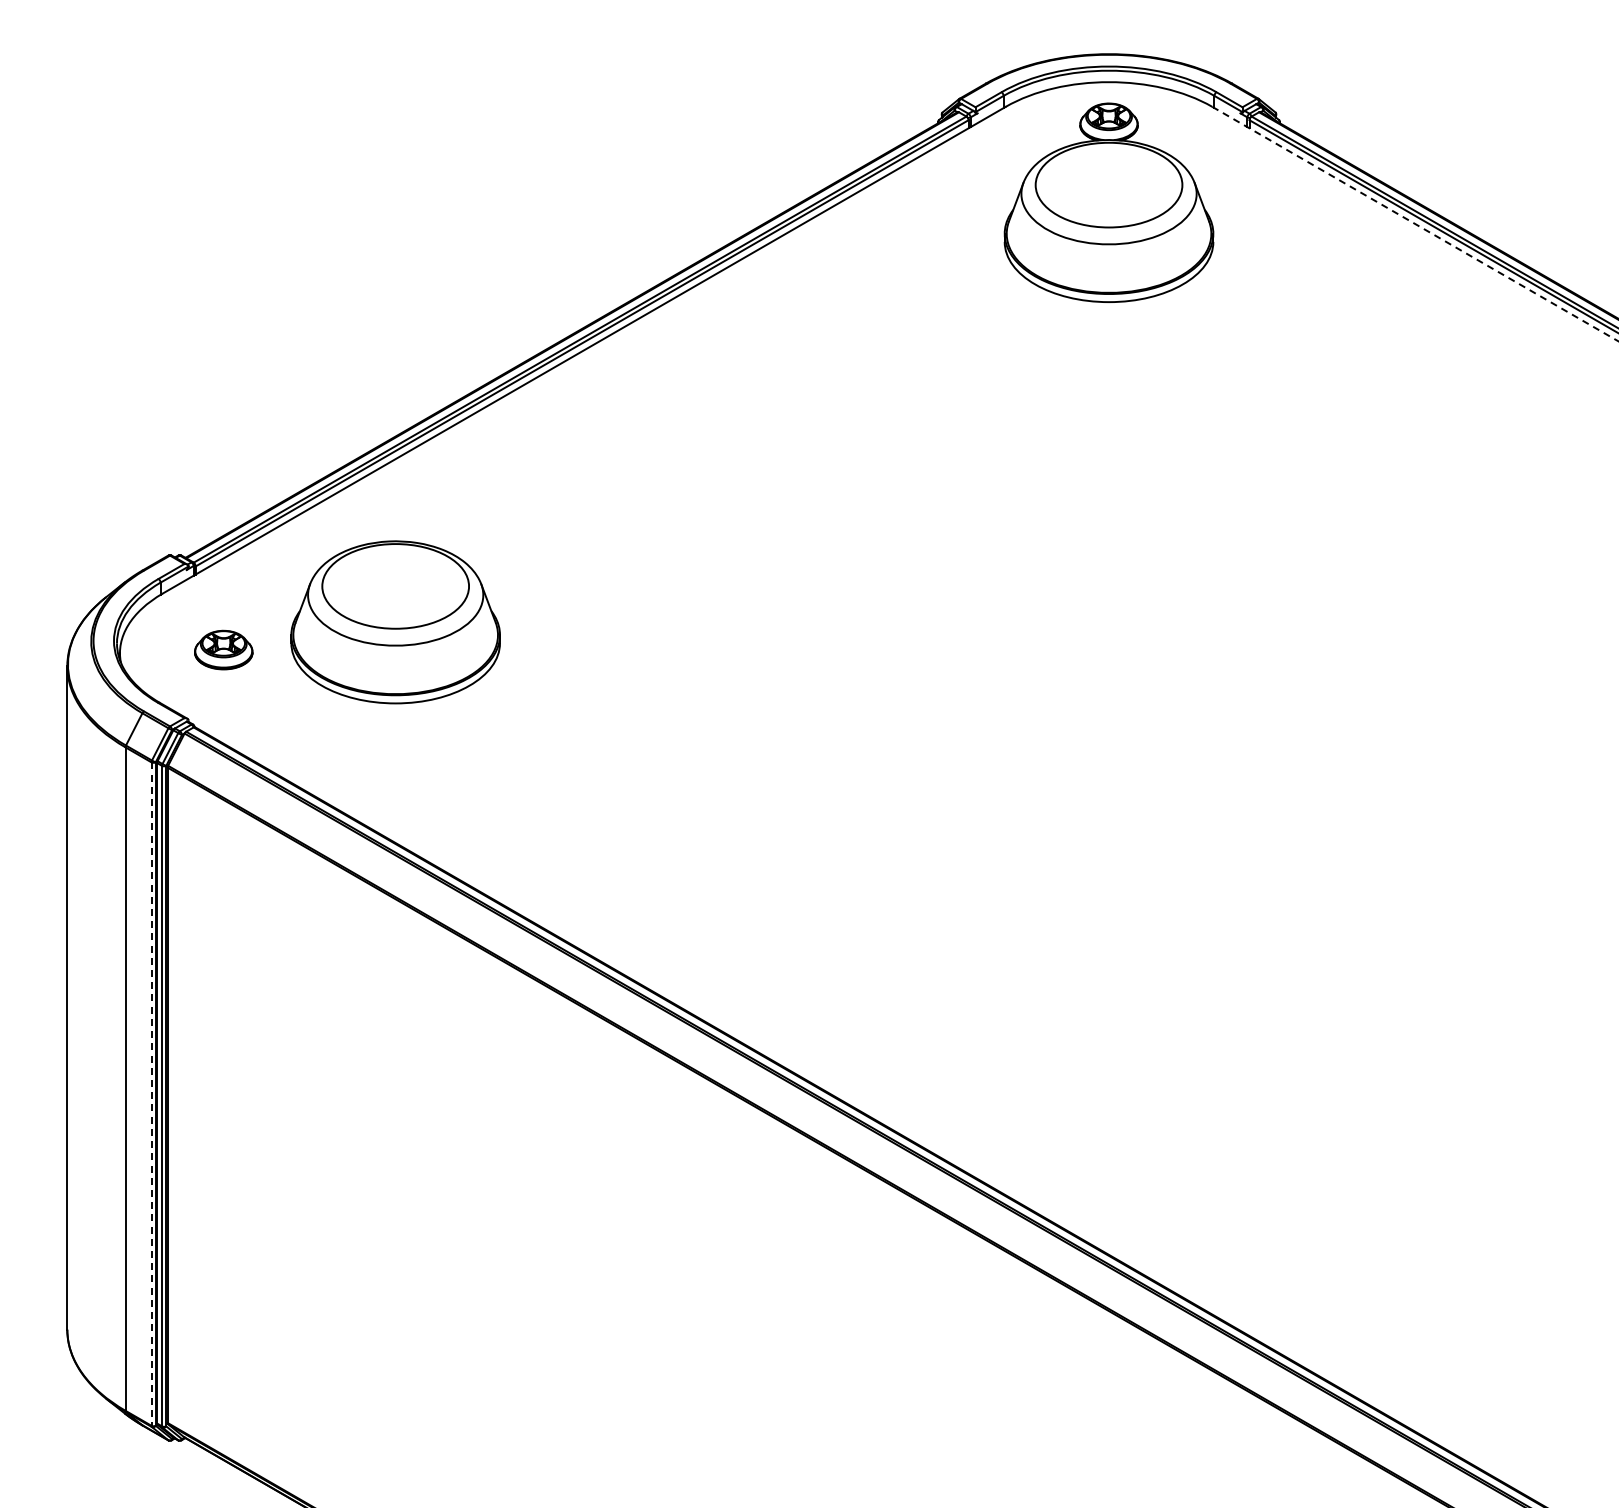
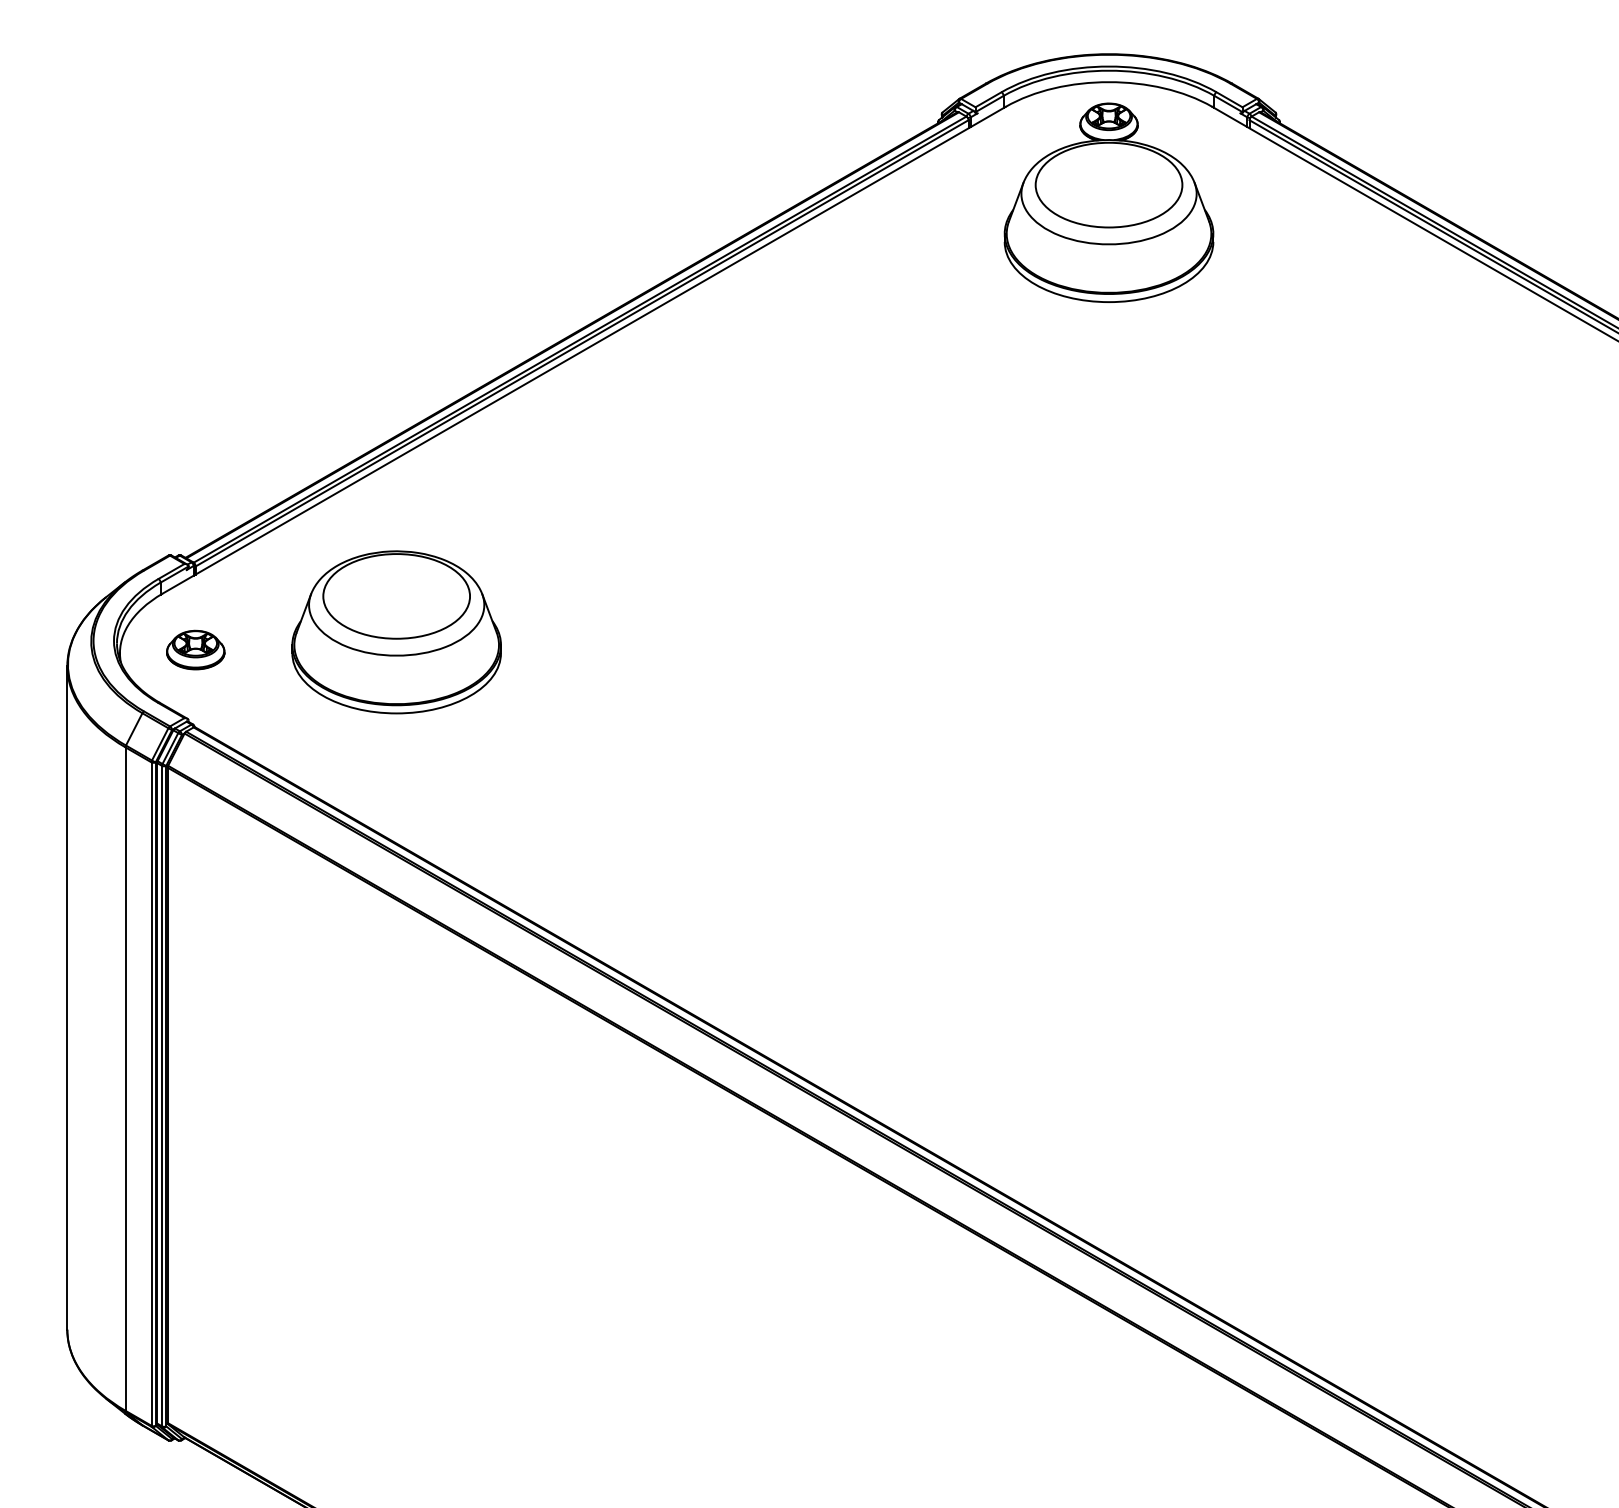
line at (1415, 224): dashed -> solid
part at (395, 622) position: (395, 622) -> (396, 632)
part at (223, 649) position: (223, 649) -> (195, 649)
line at (151, 1094): dashed -> solid
